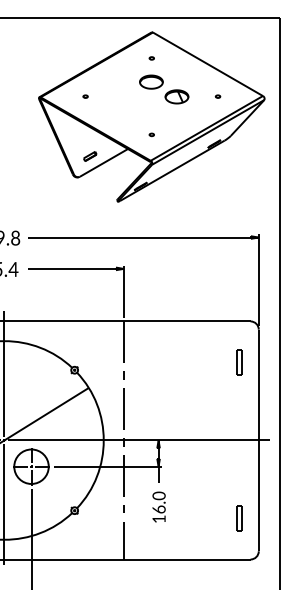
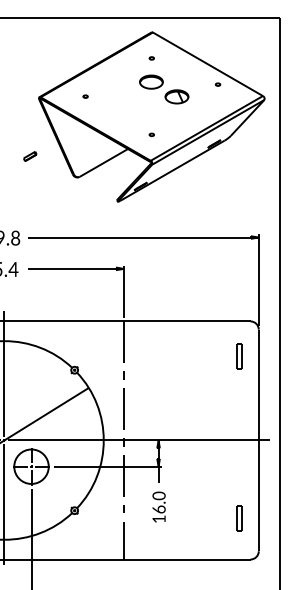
part at (217, 96) position: (217, 96) -> (217, 84)
part at (90, 156) position: (90, 156) -> (30, 156)
part at (239, 362) position: (239, 362) -> (239, 356)
